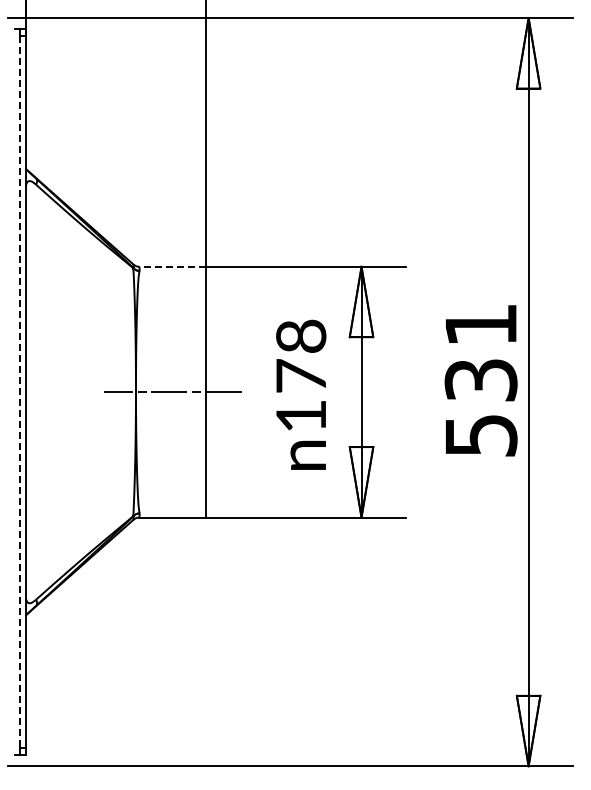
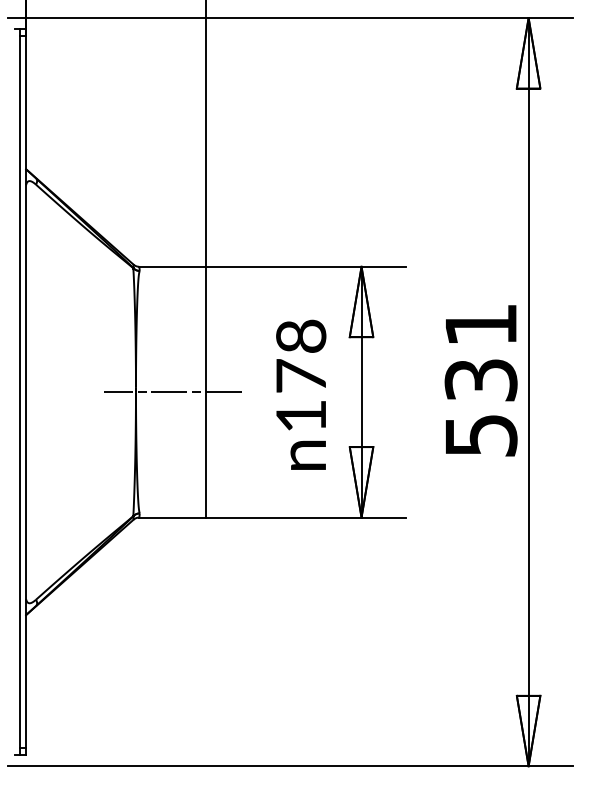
line at (172, 266): dashed -> solid
line at (20, 392): dashed -> solid
